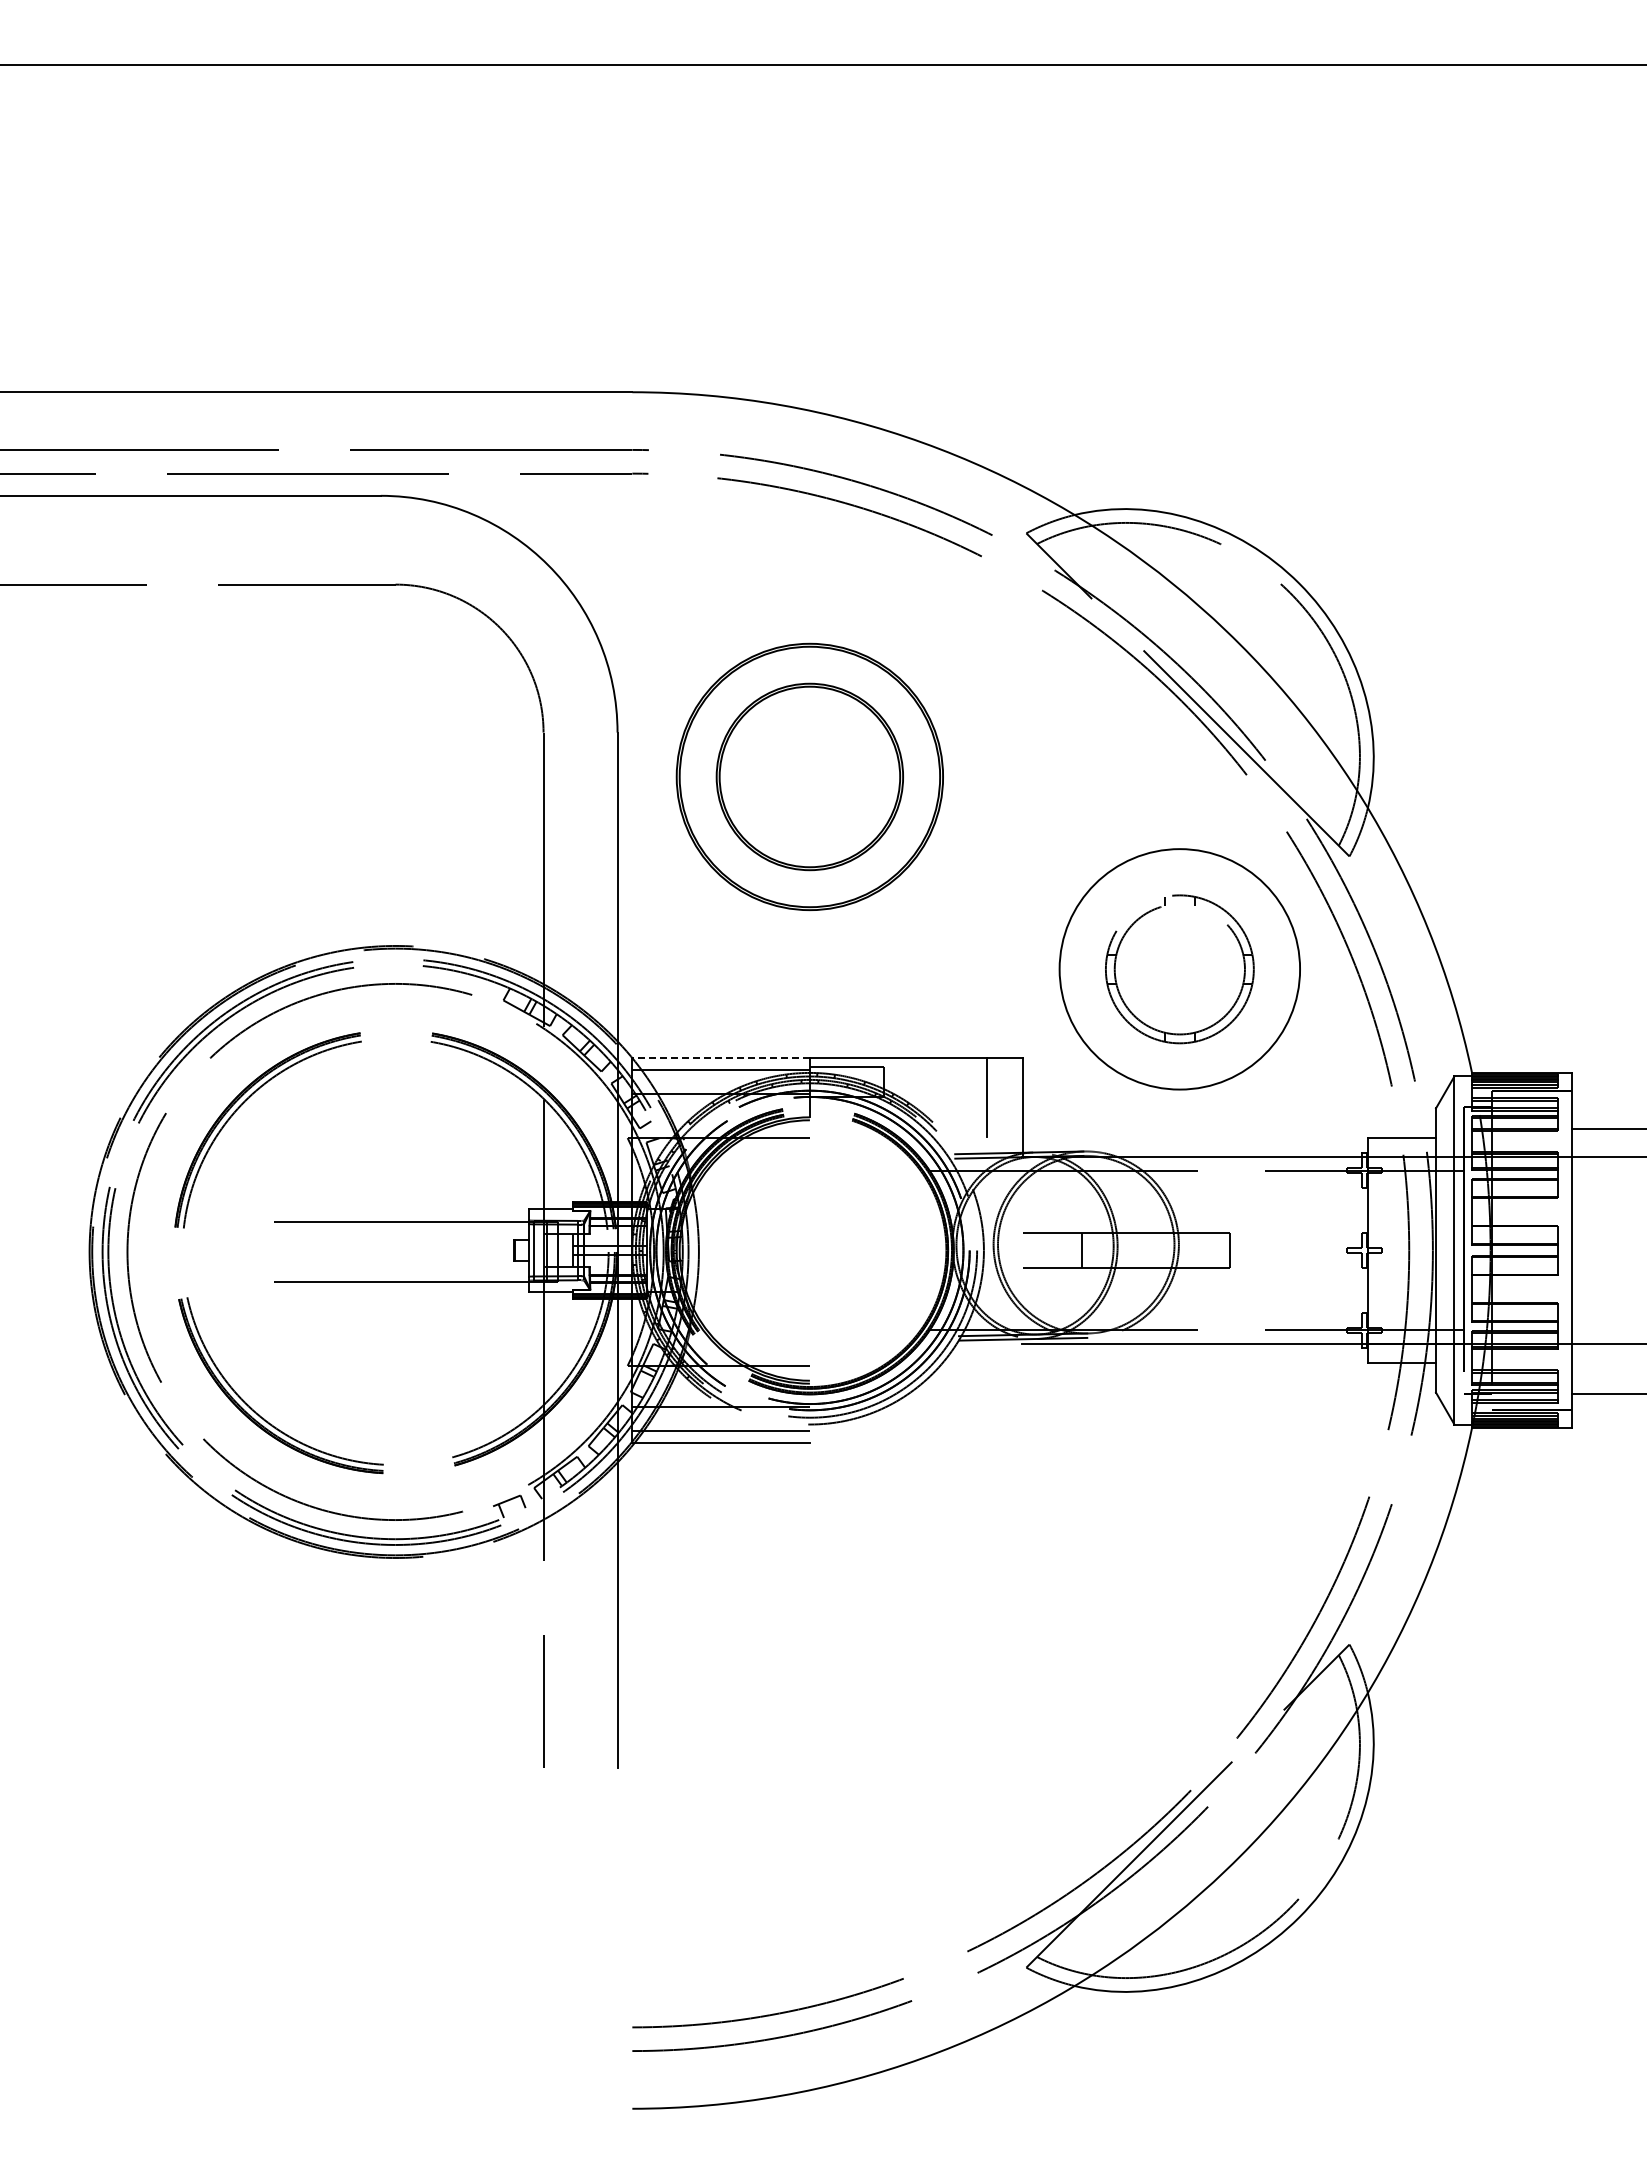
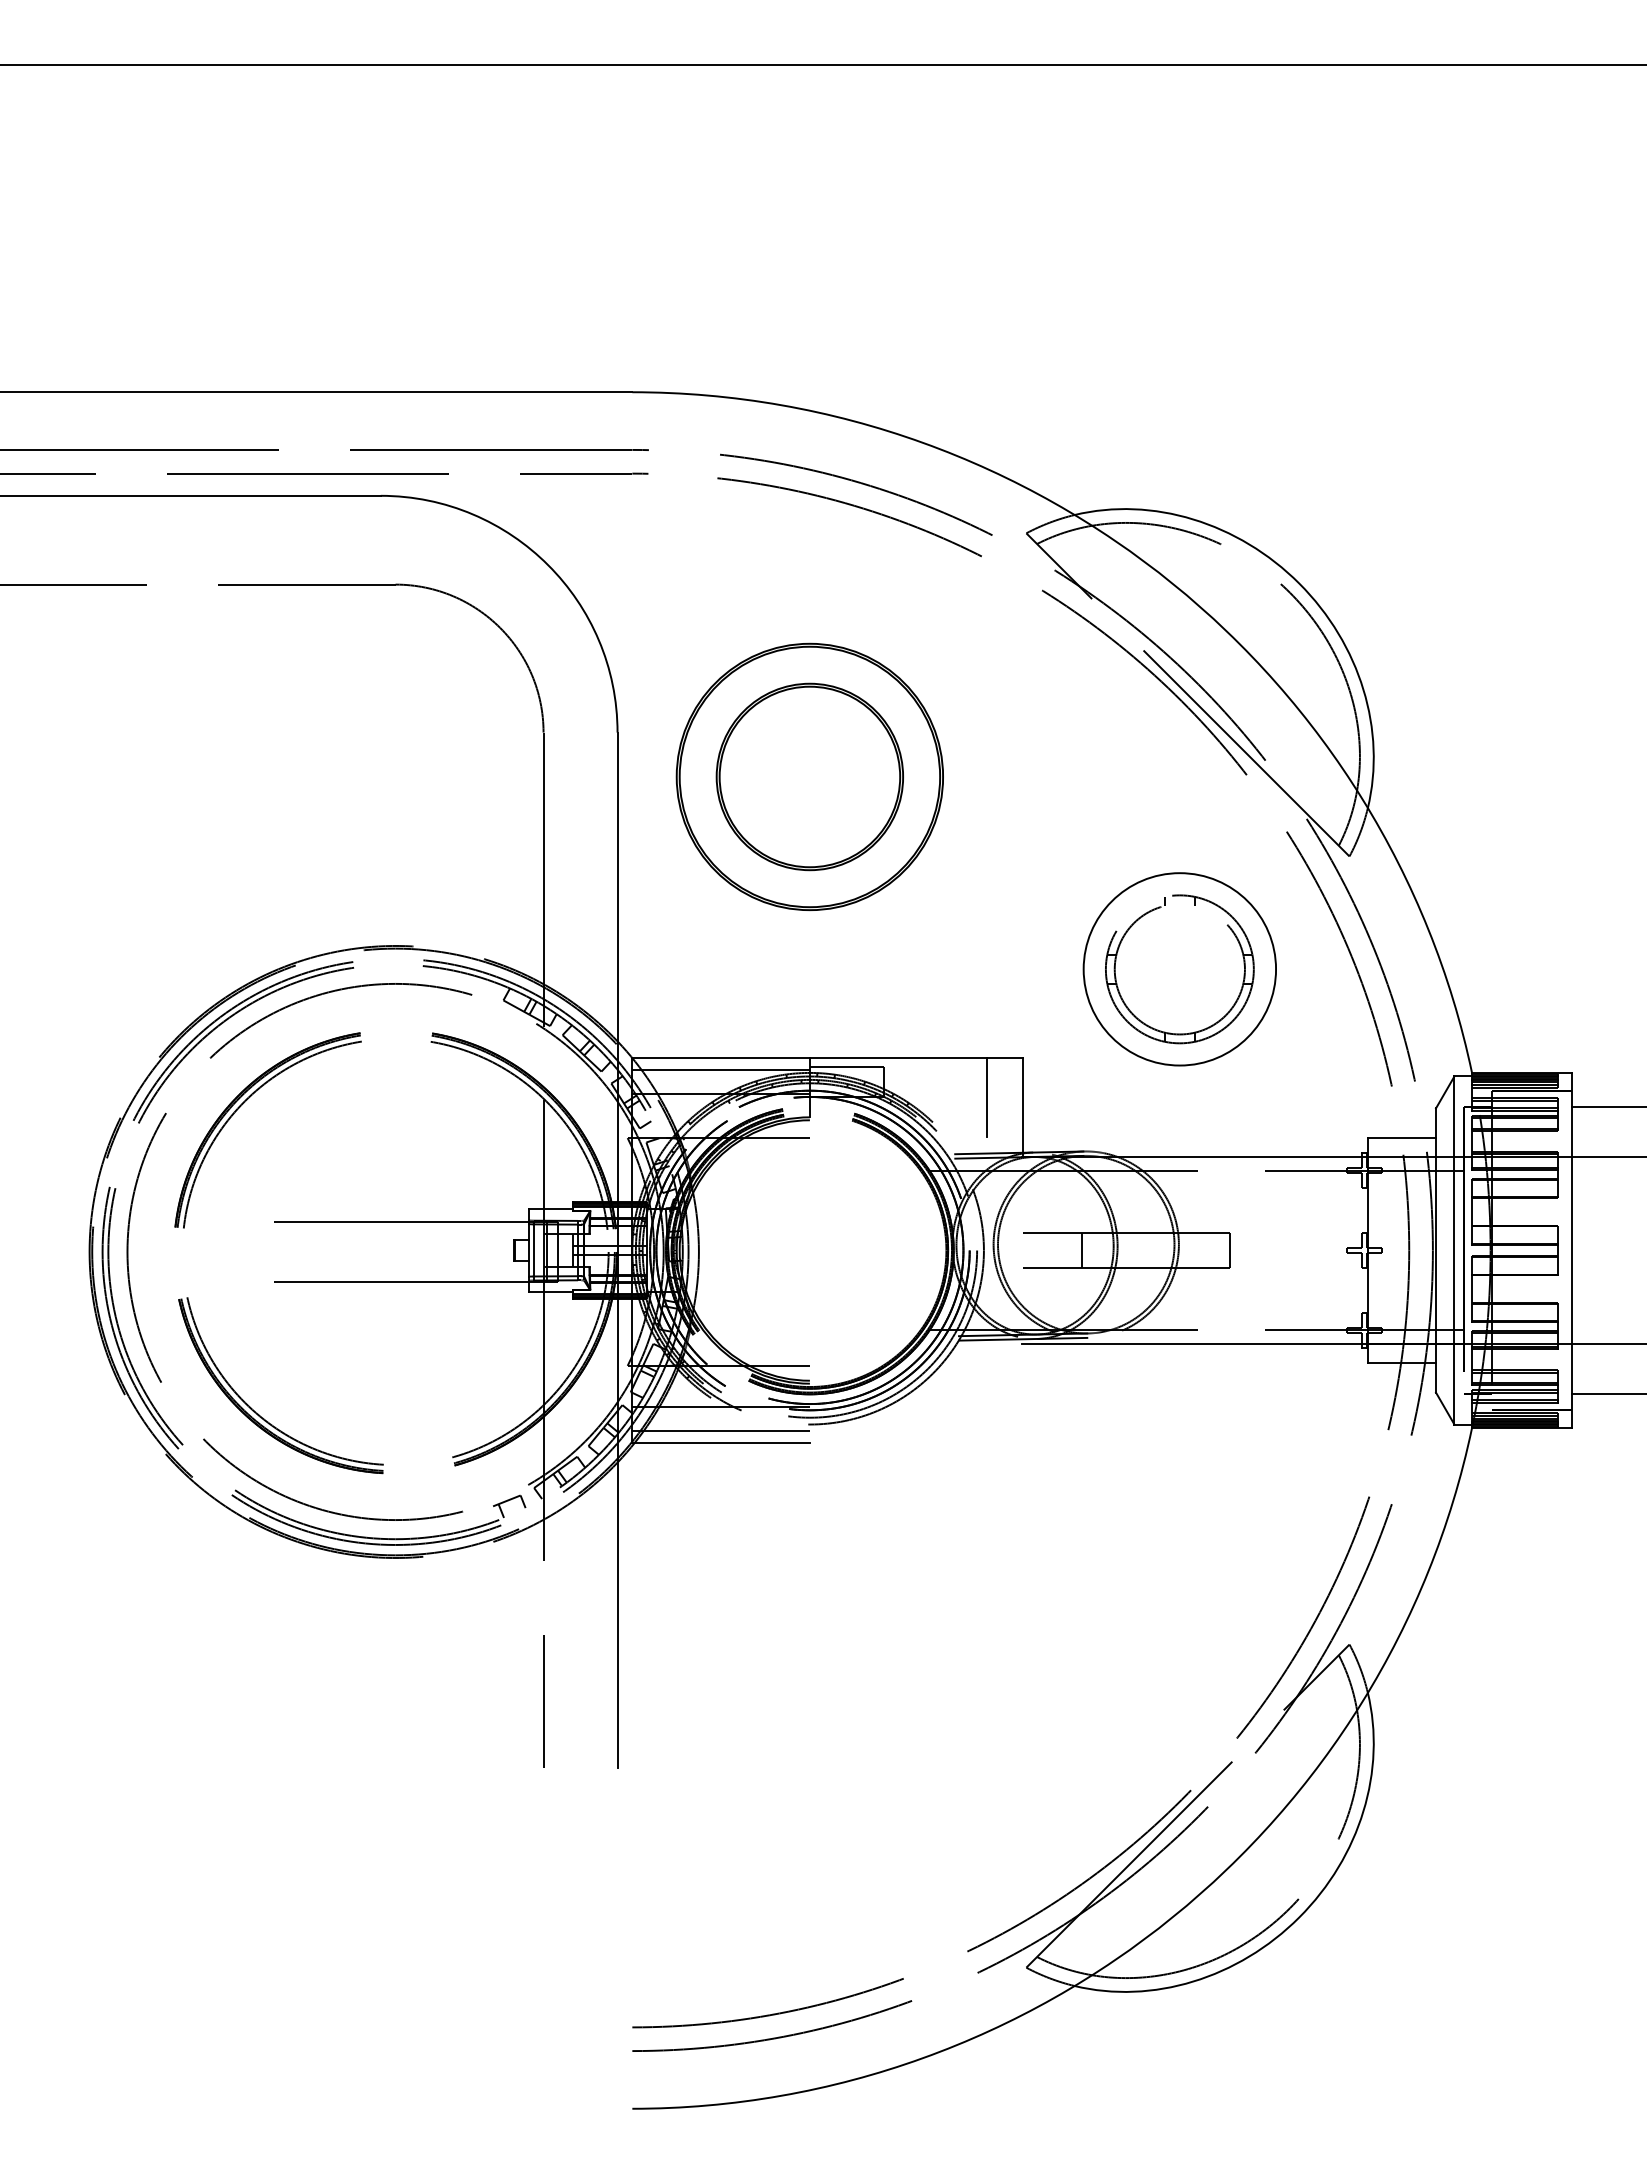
circle at (1179, 969) diameter: 240 px -> 192 px
line at (721, 1058): dashed -> solid
line at (1607, 1128) position: (1607, 1128) -> (1607, 1106)
